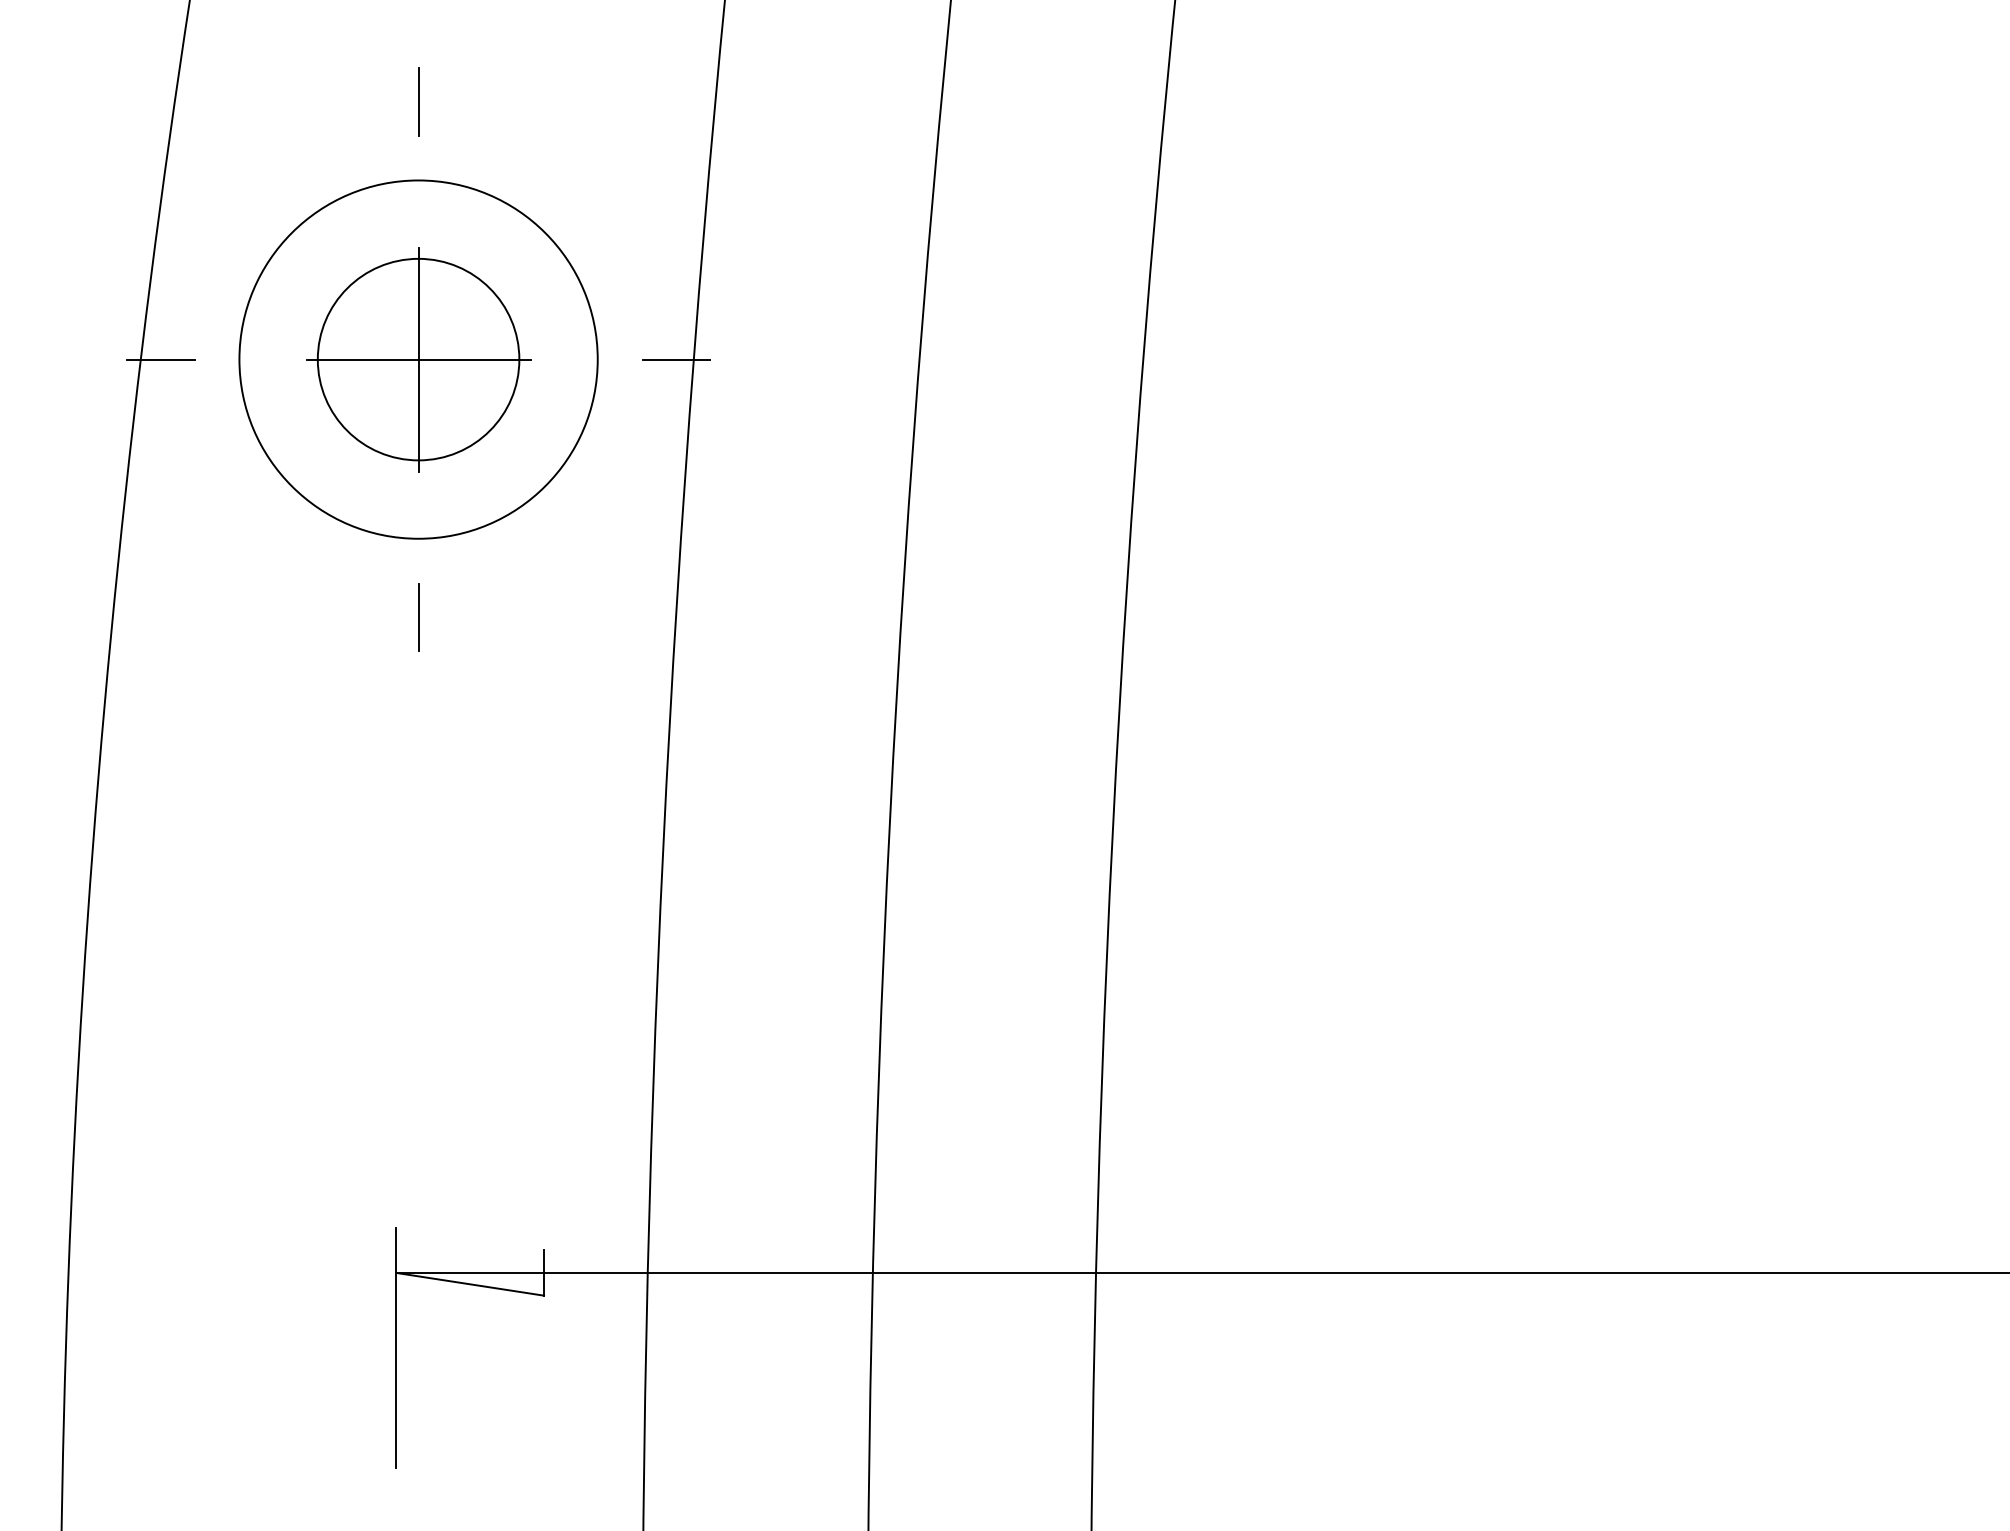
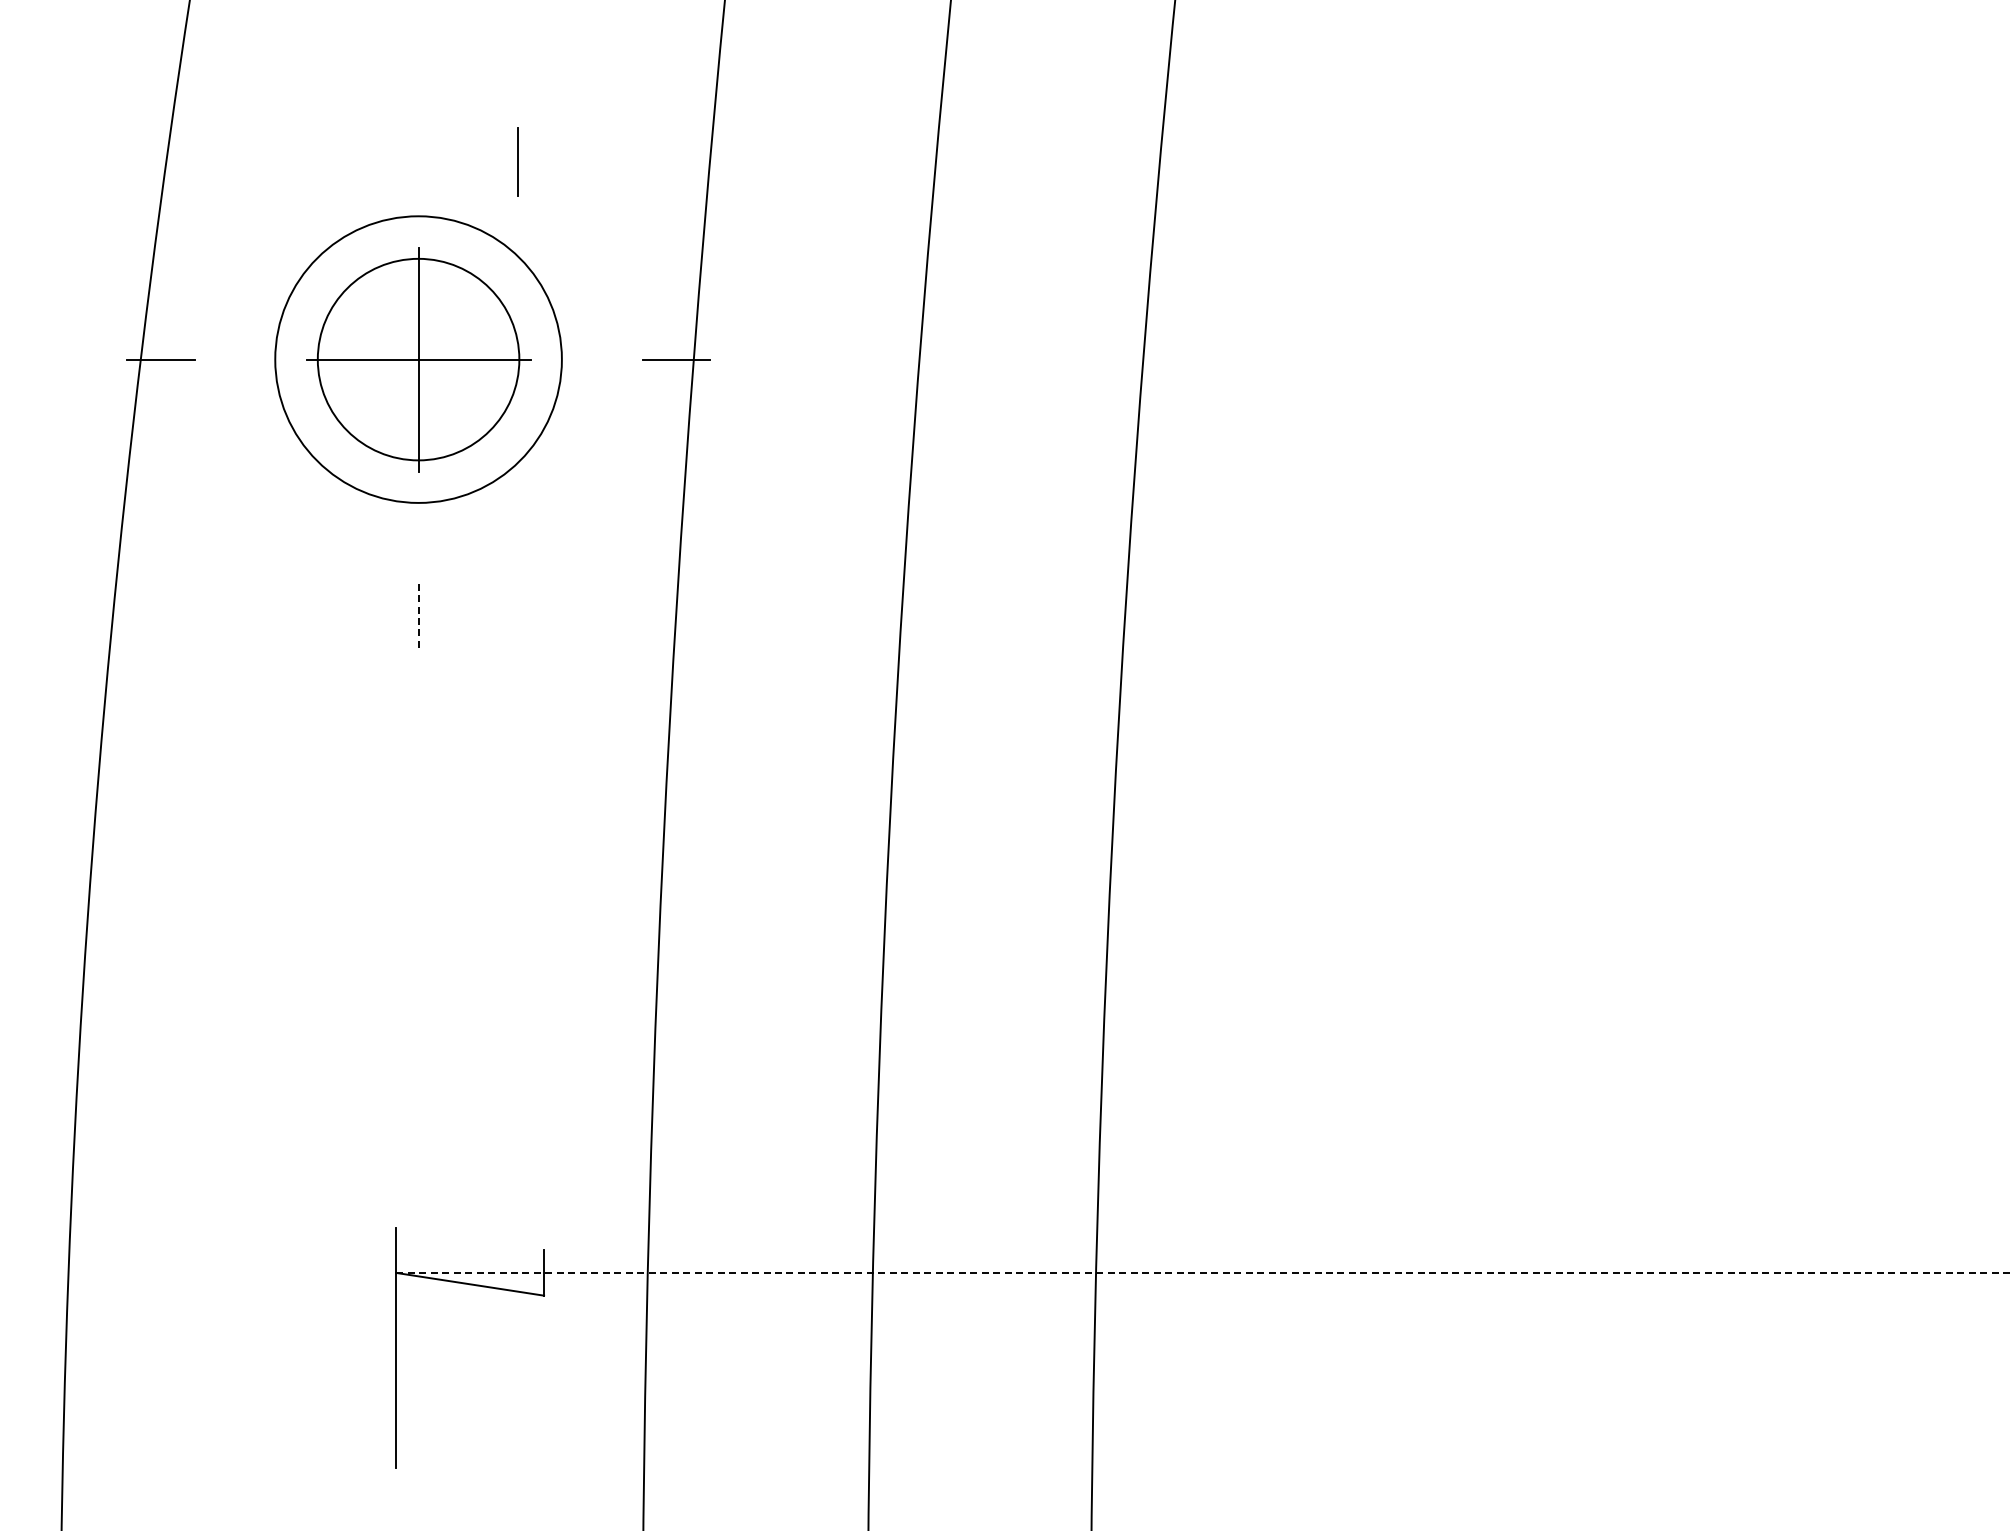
line at (418, 101) position: (418, 101) -> (517, 161)
circle at (418, 359) diameter: 358 px -> 287 px
line at (418, 617): solid -> dashed
line at (1202, 1272): solid -> dashed
